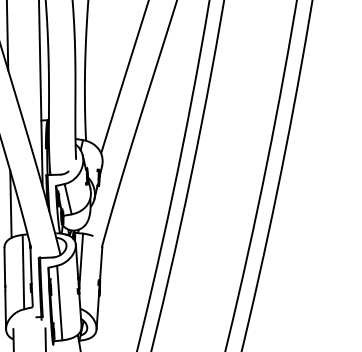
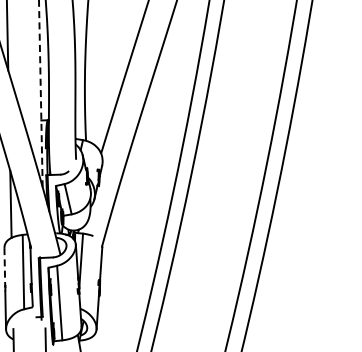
line at (40, 93): solid -> dashed
line at (4, 267): solid -> dashed
